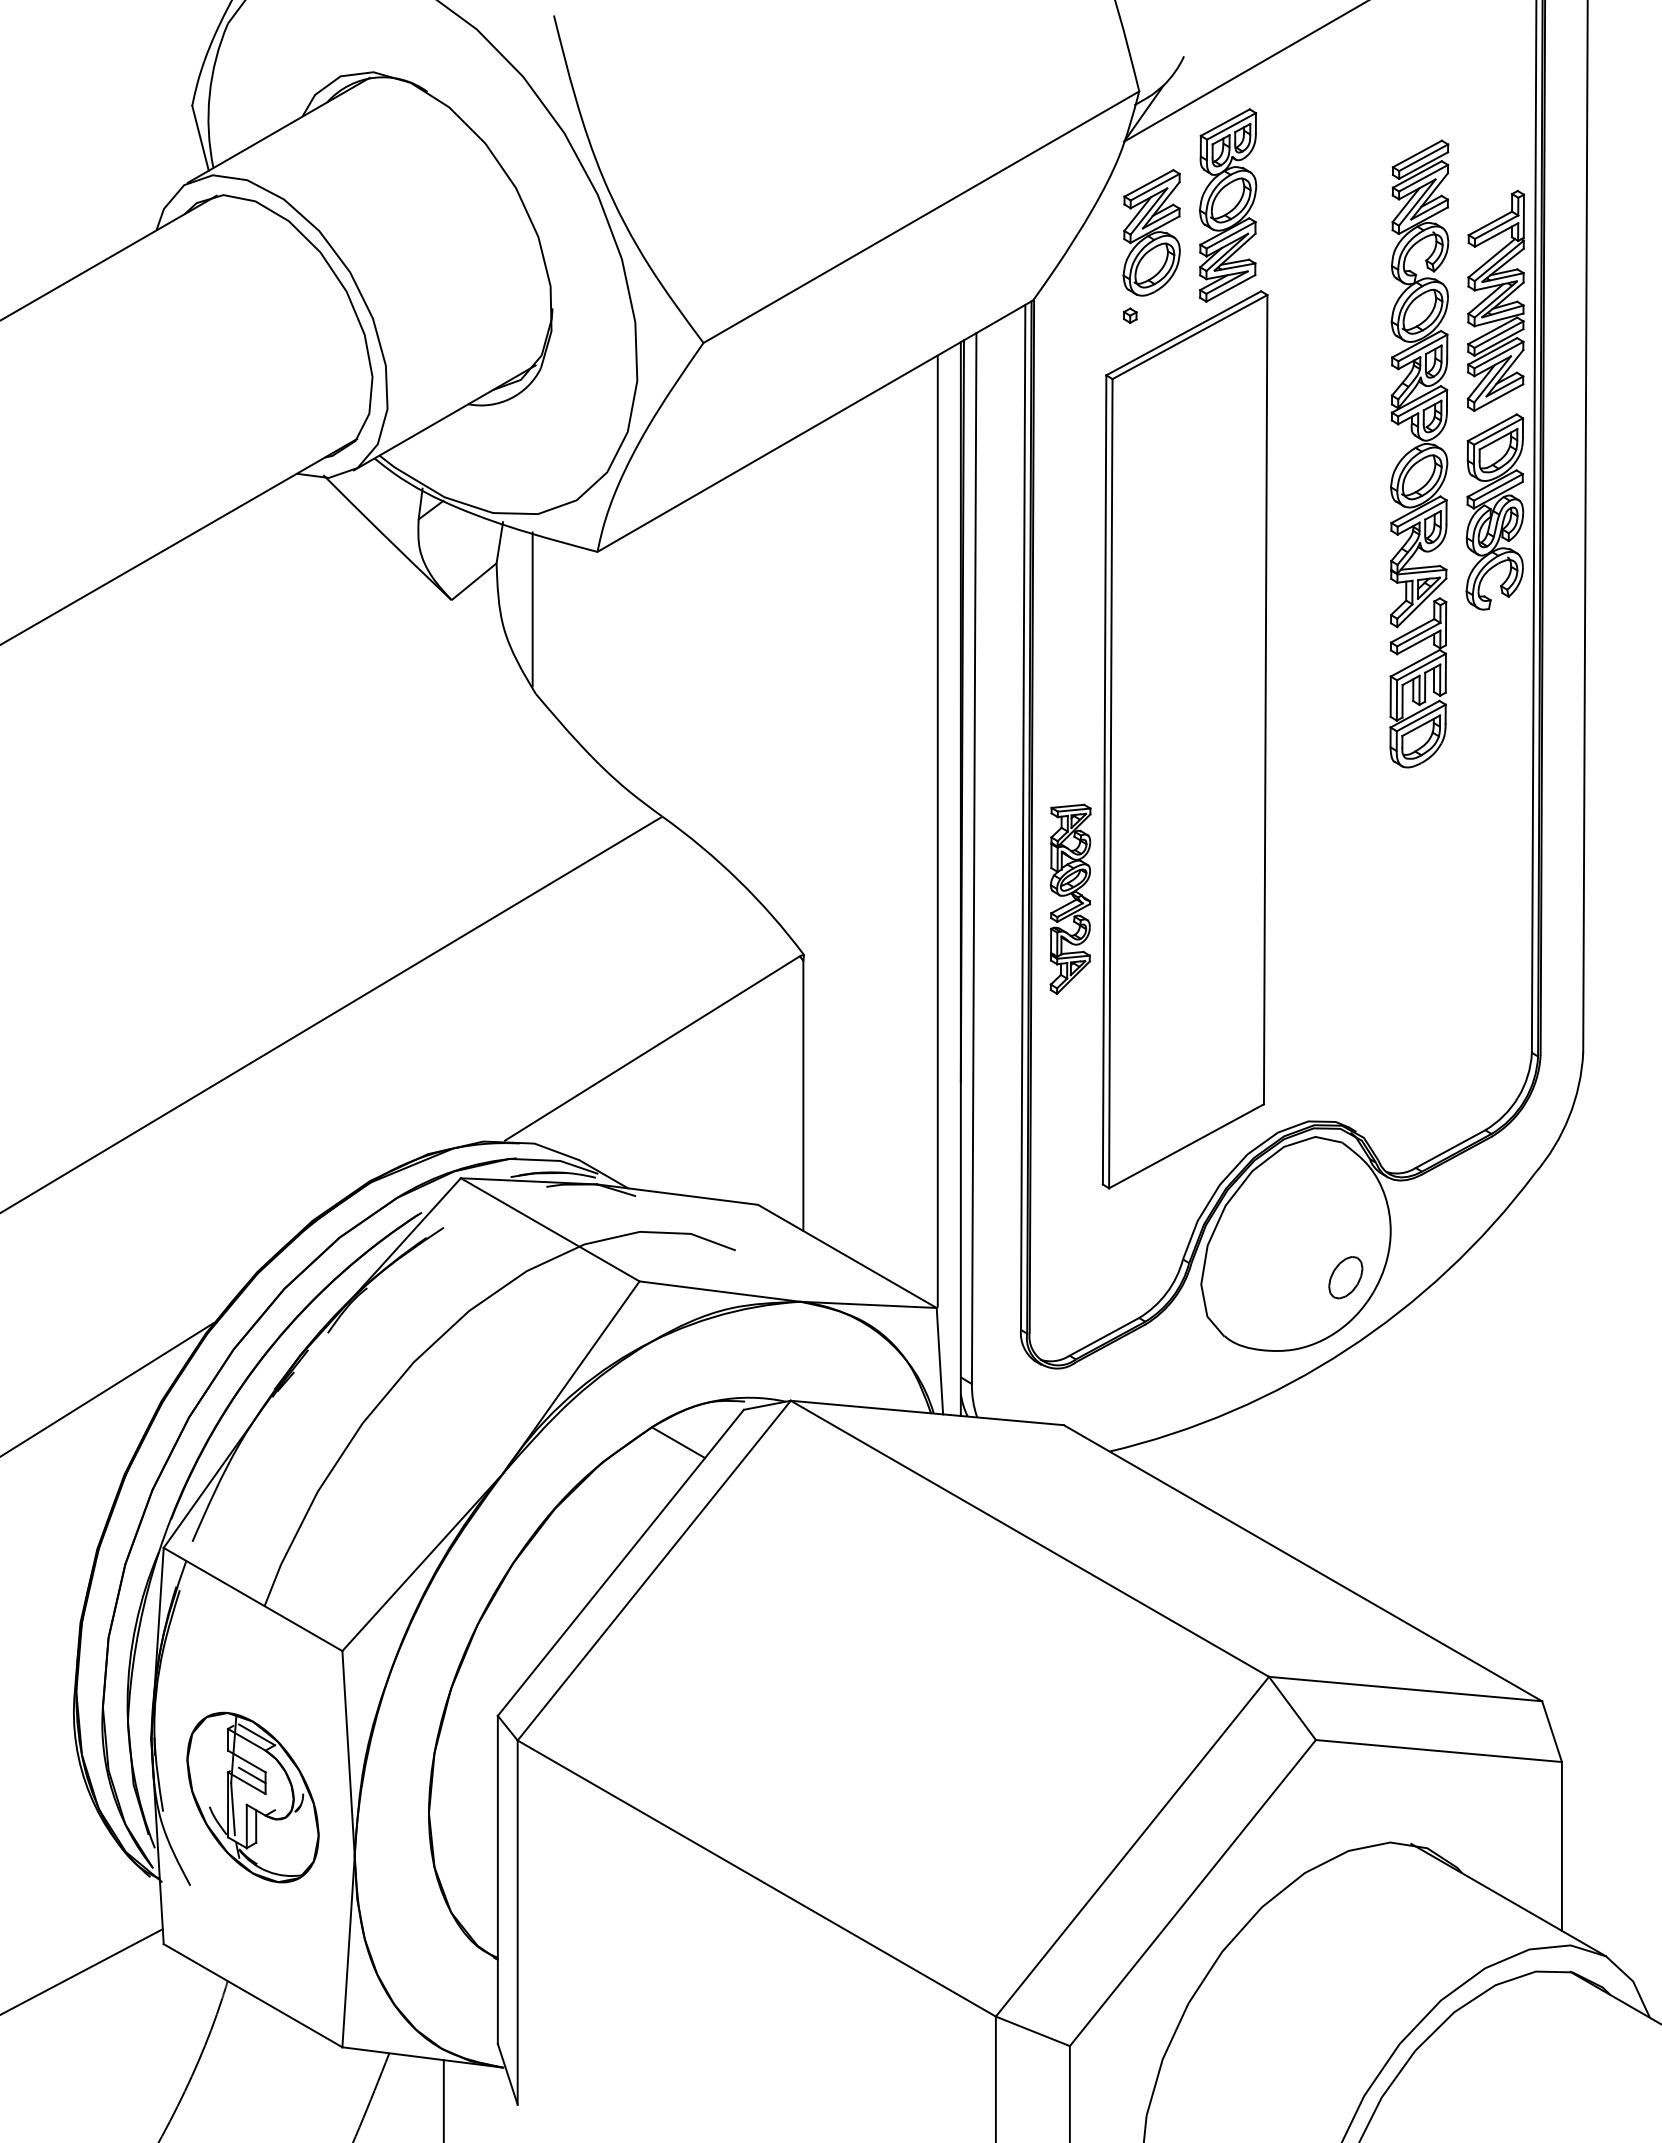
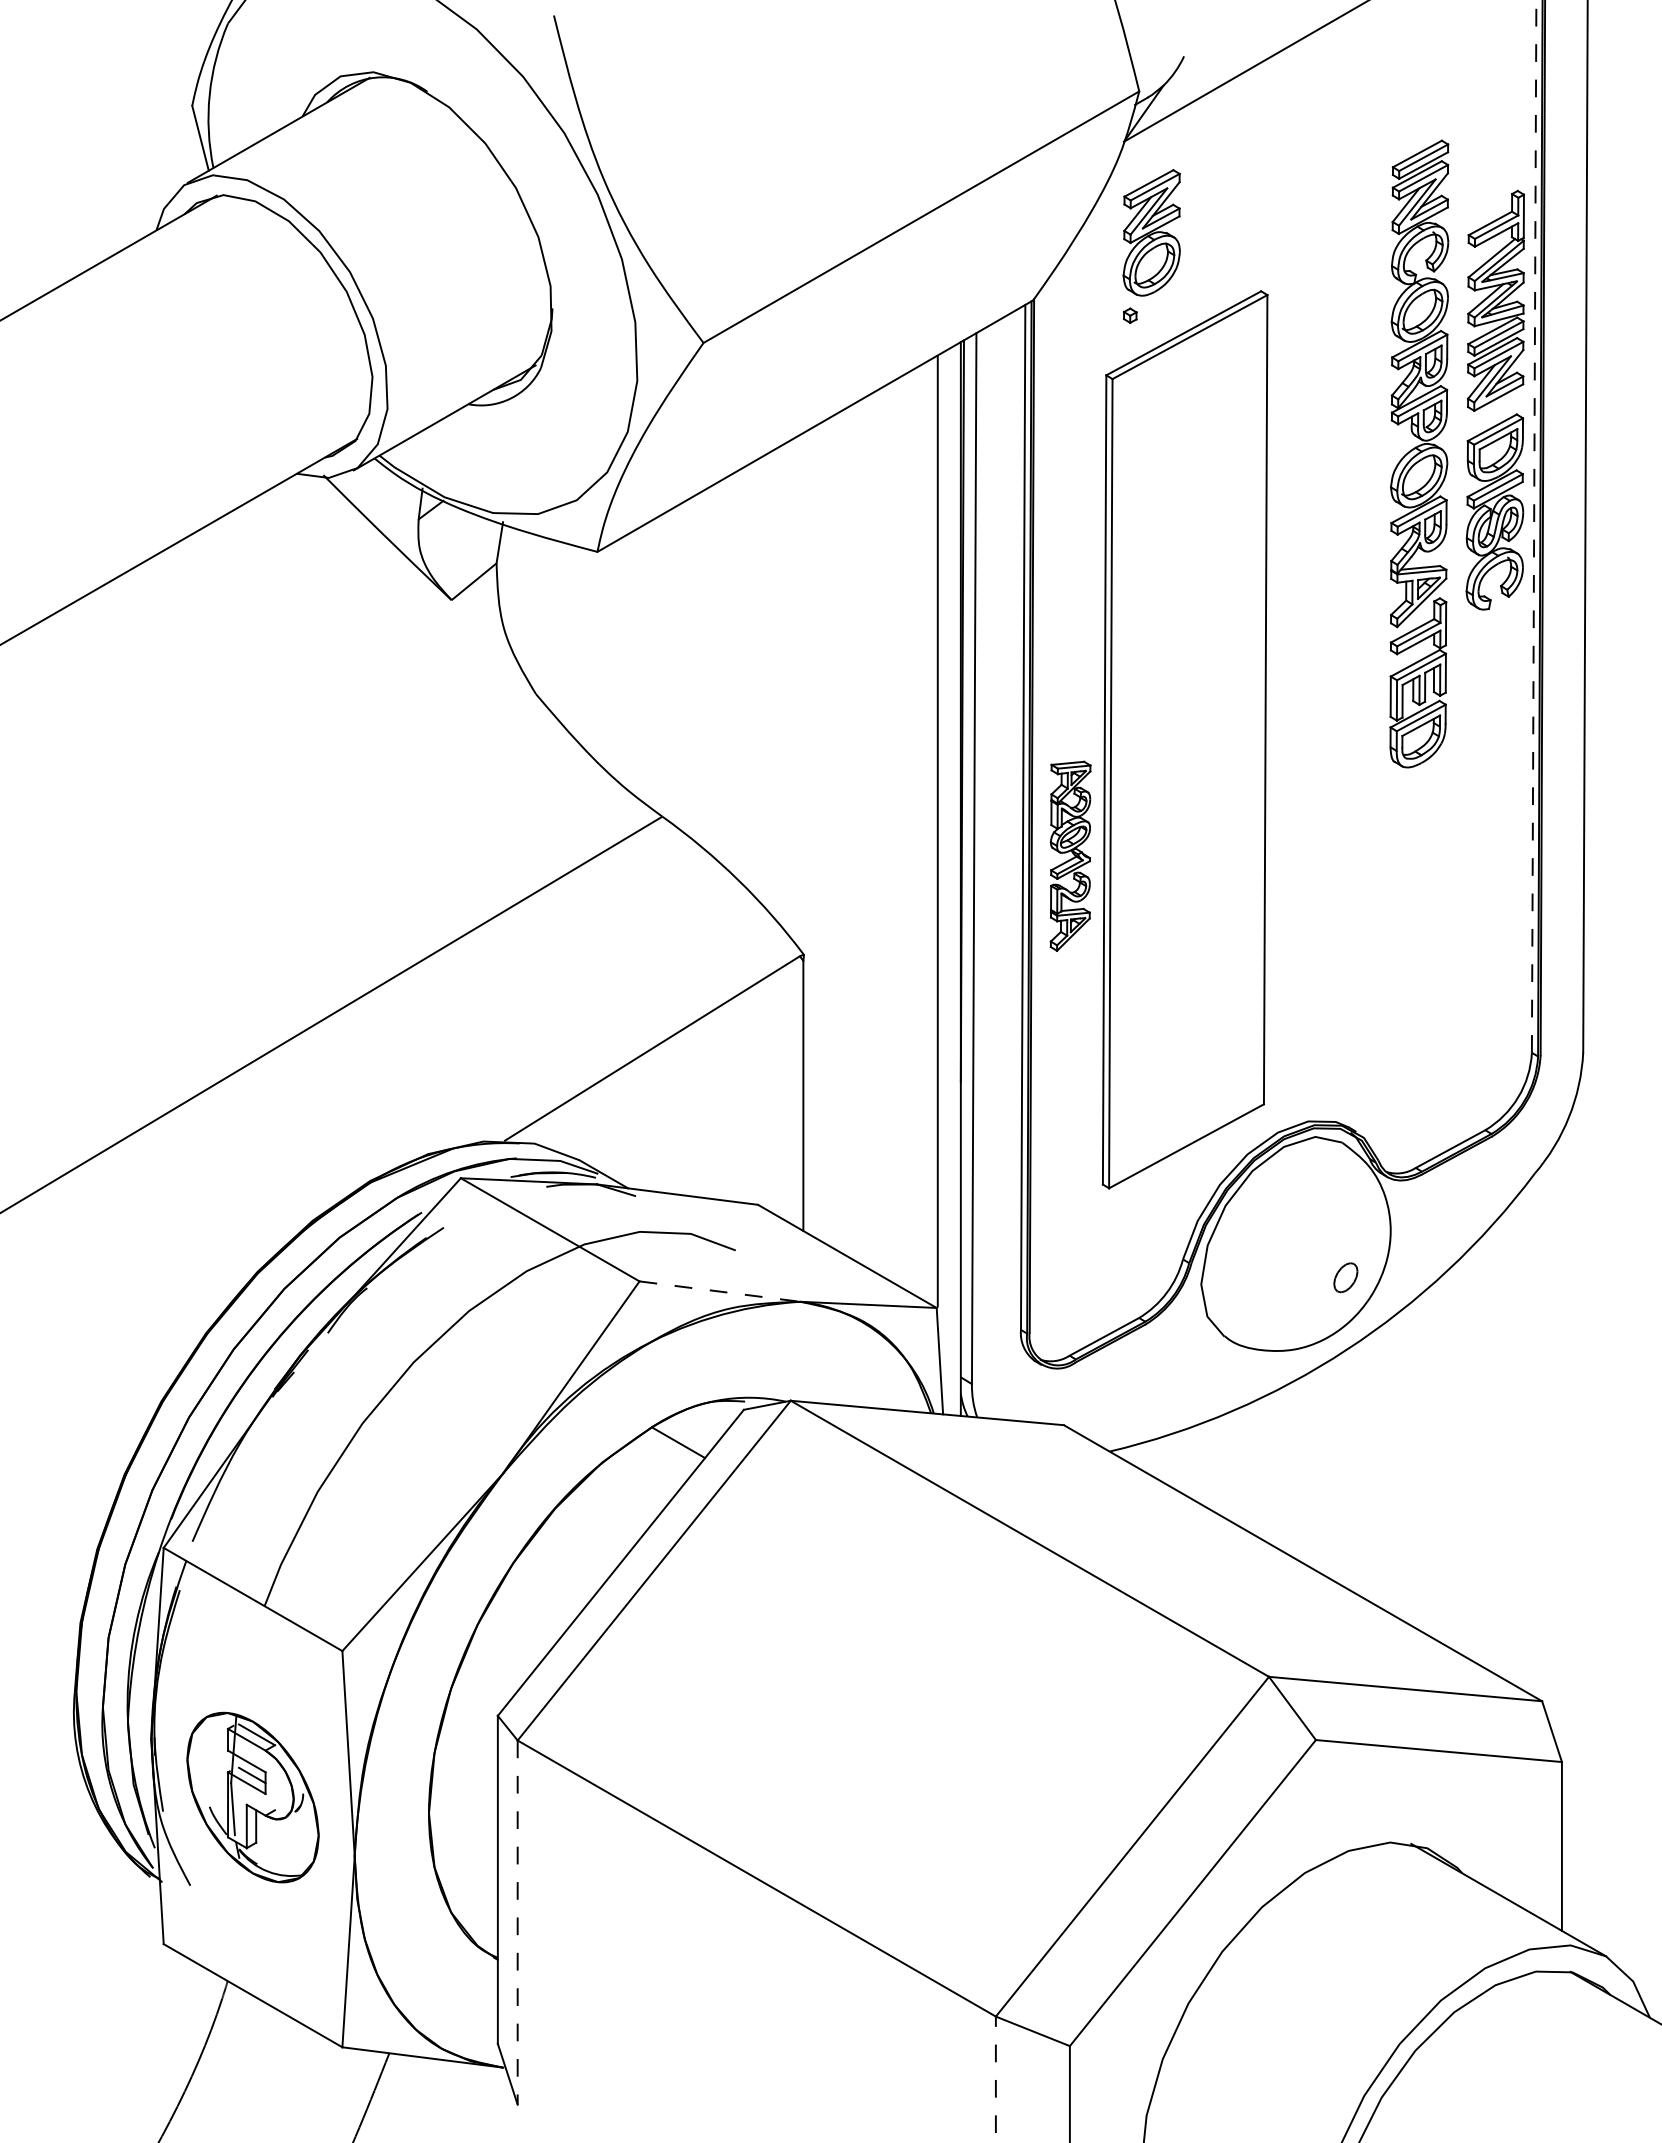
part at (1227, 205): present -> none
line at (1534, 526): solid -> dashed
line at (532, 609): present -> none
part at (1070, 898) position: (1070, 898) -> (1070, 855)
part at (1345, 1277) size: 36x44 px -> 26x32 px
line at (720, 1291): solid -> dashed
line at (107, 1388): present -> none
line at (517, 1923): solid -> dashed
line at (82, 1971): present -> none
line at (995, 2079): solid -> dashed
line at (443, 2099): present -> none
